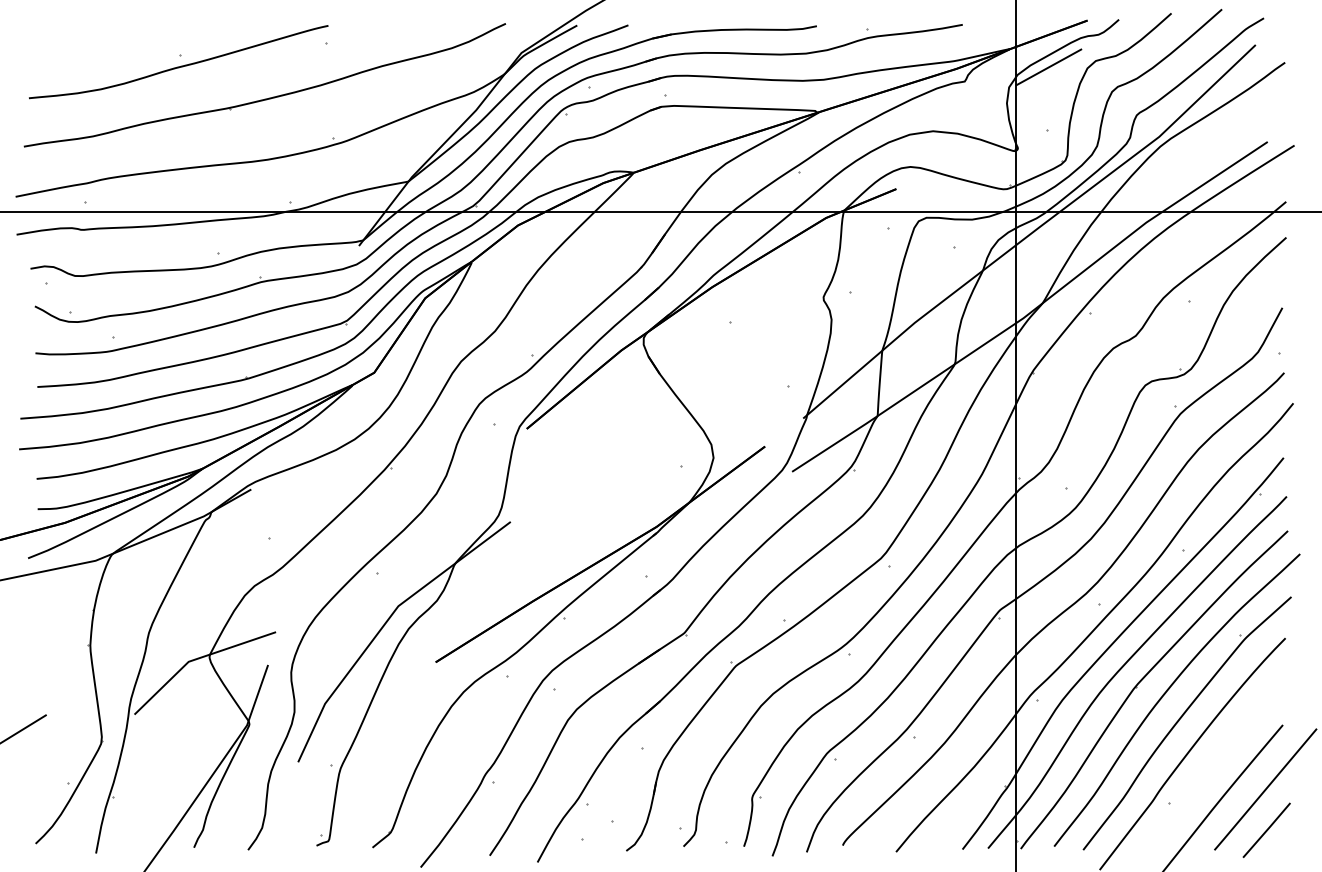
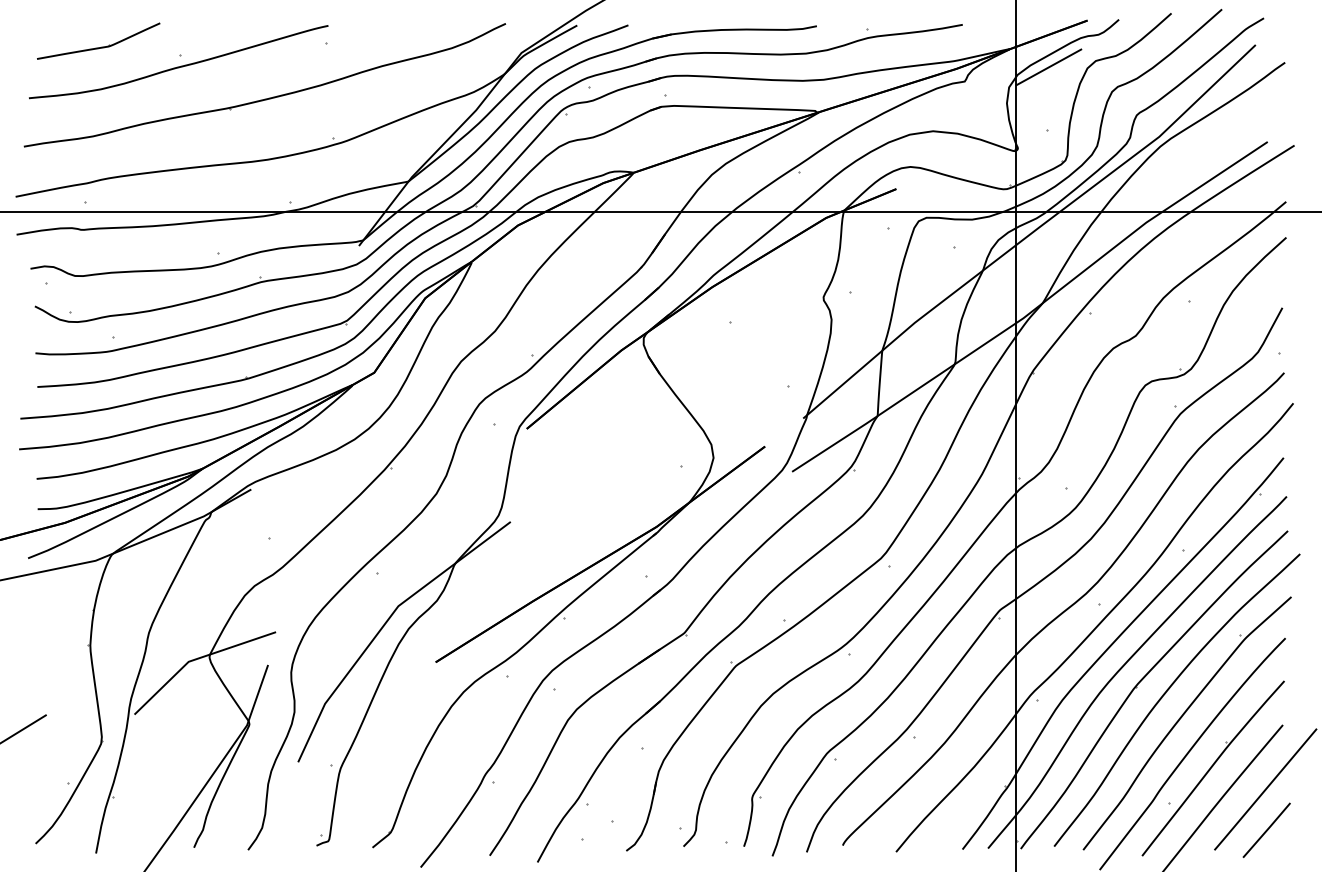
part at (101, 46): none -> present
part at (1212, 768): none -> present
